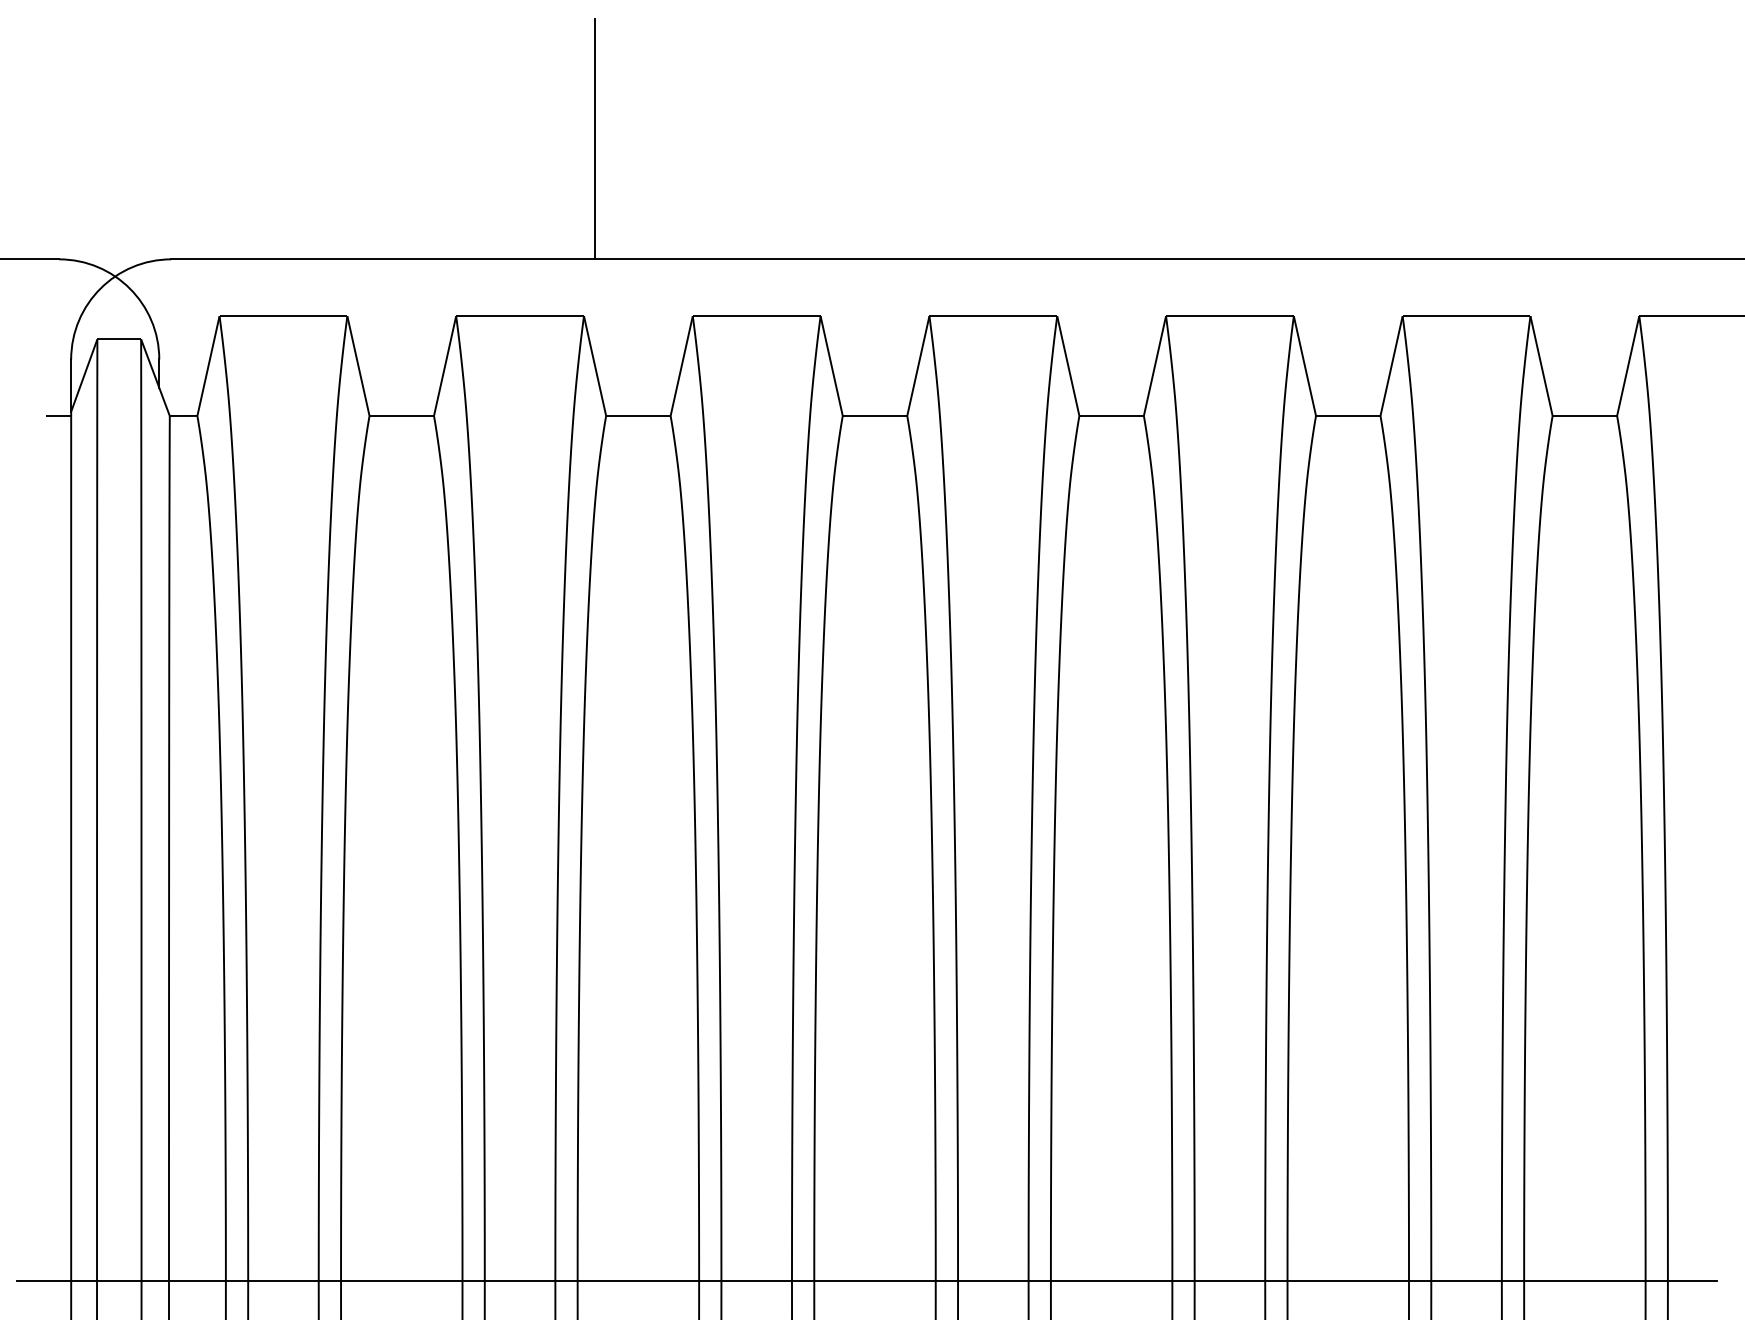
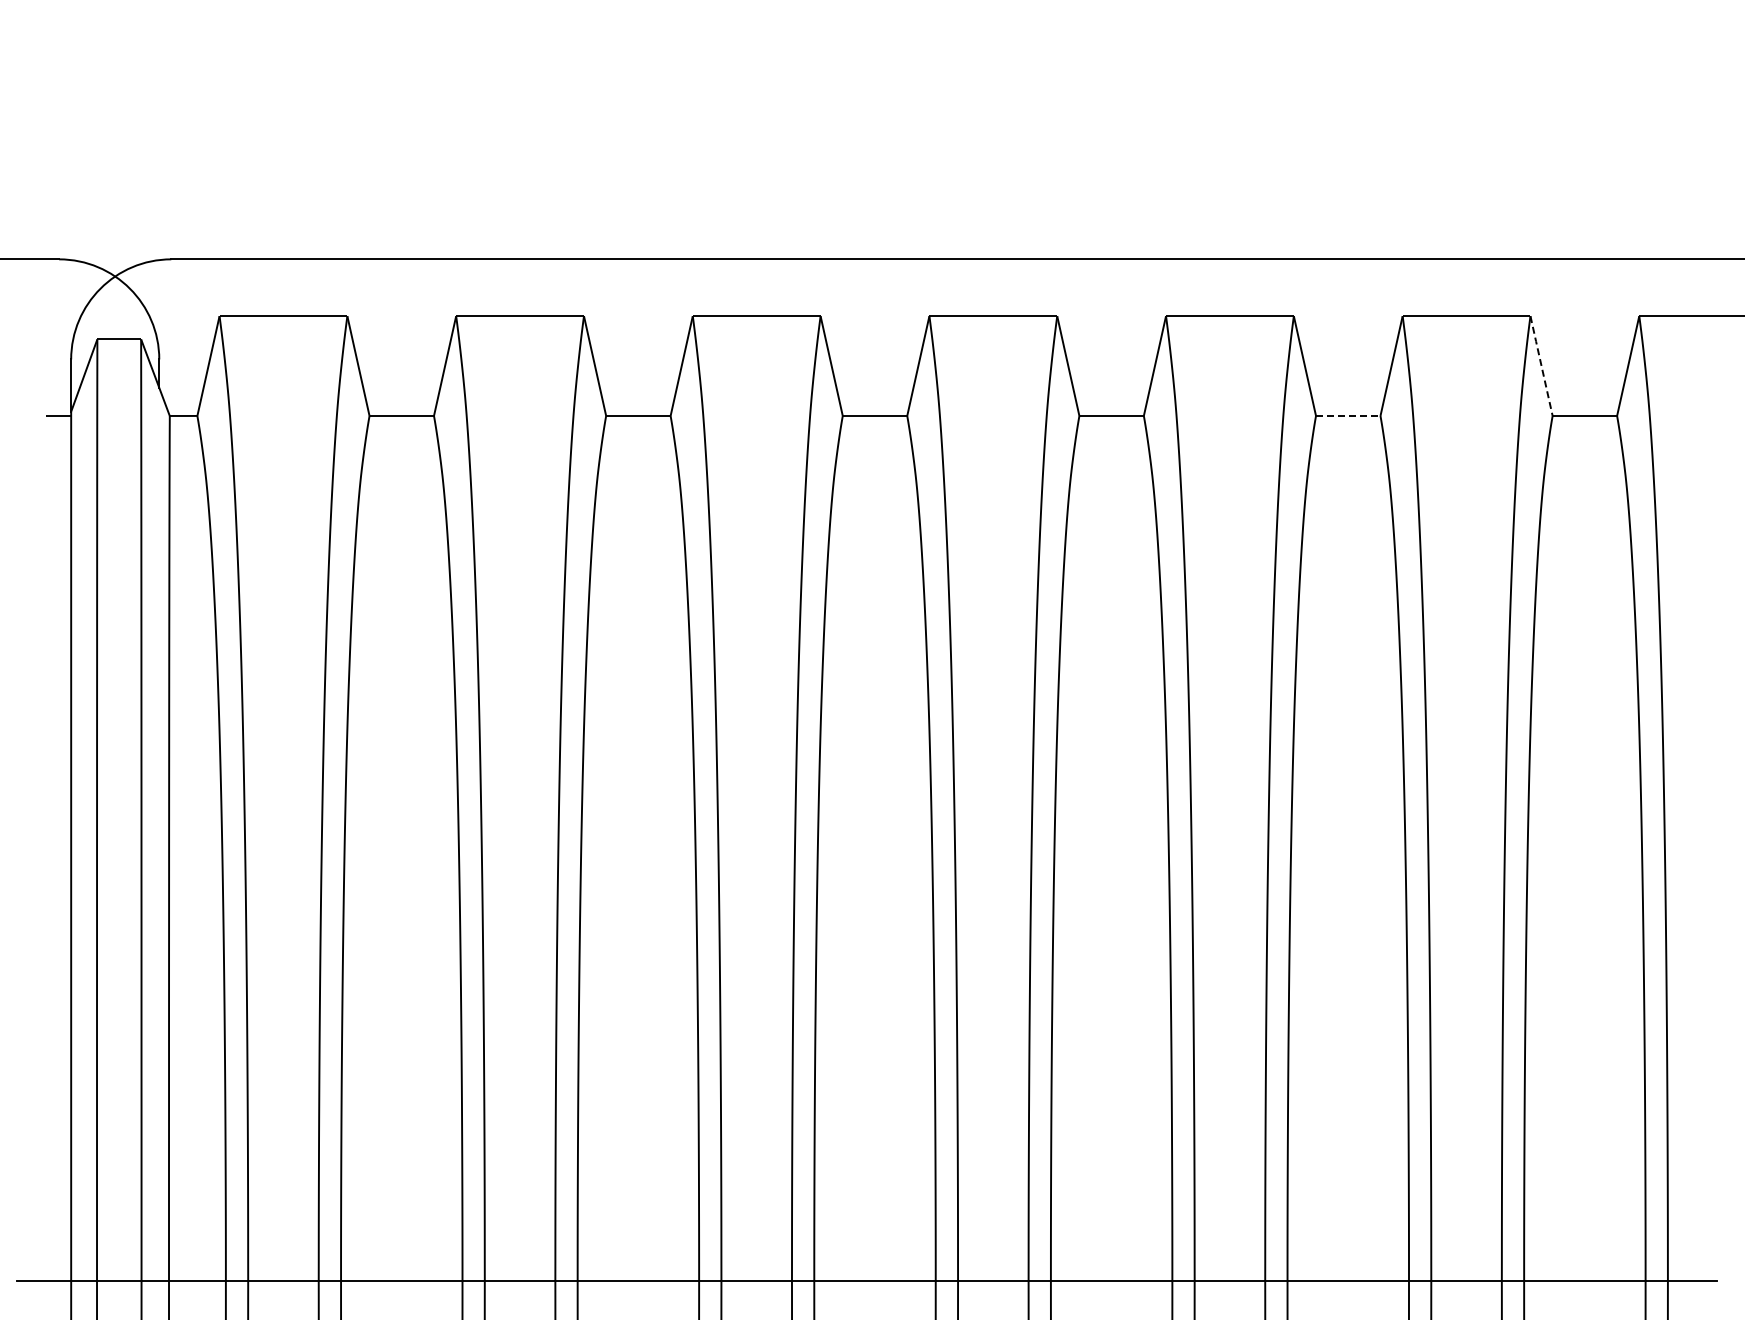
line at (594, 139): present -> none
line at (1541, 366): solid -> dashed
line at (1349, 415): solid -> dashed
